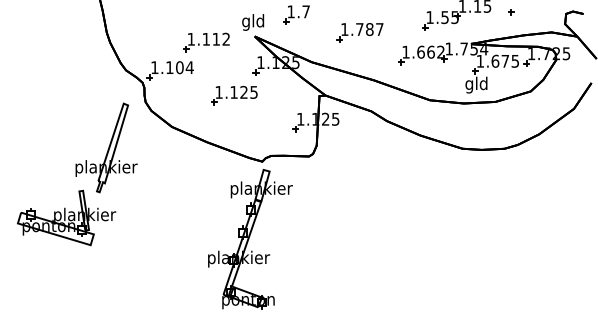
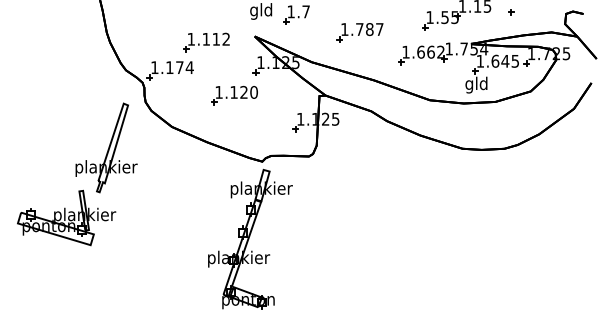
text at (253, 22) position: (253, 22) -> (261, 11)
text at (505, 61): 1.675 -> 1.645
text at (179, 67): 1.104 -> 1.174
text at (253, 92): 1.125 -> 1.120
